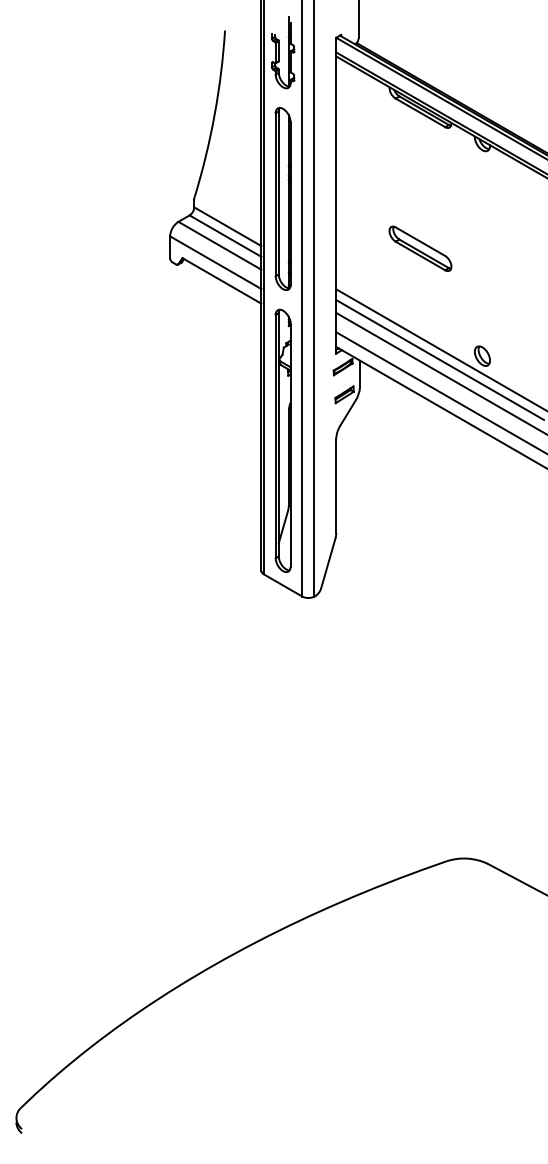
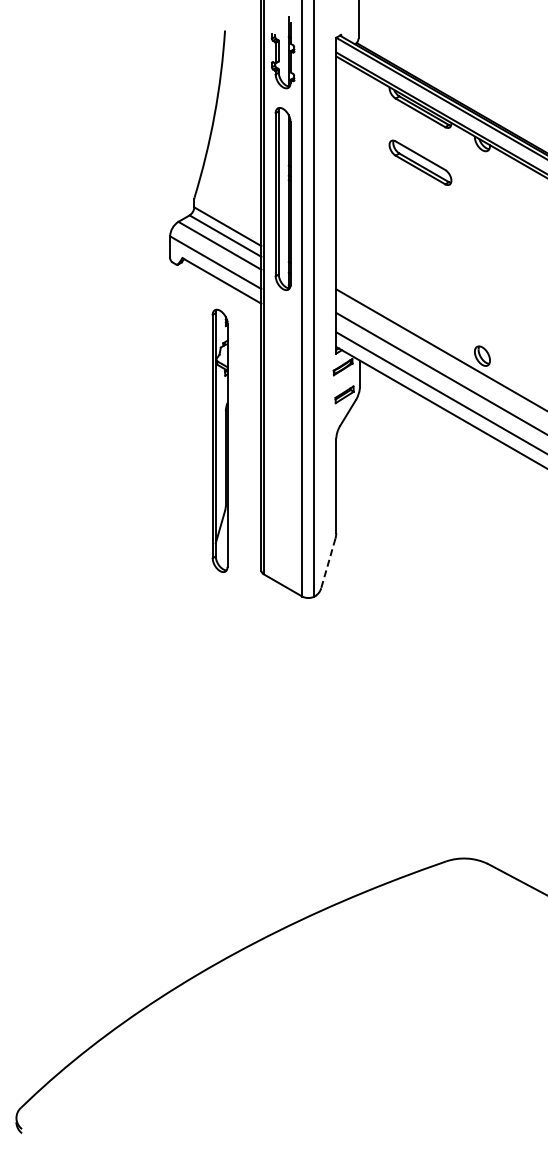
part at (420, 248) position: (420, 248) -> (420, 162)
line at (439, 359): present -> none
part at (282, 440) position: (282, 440) -> (219, 440)
line at (328, 563): solid -> dashed
